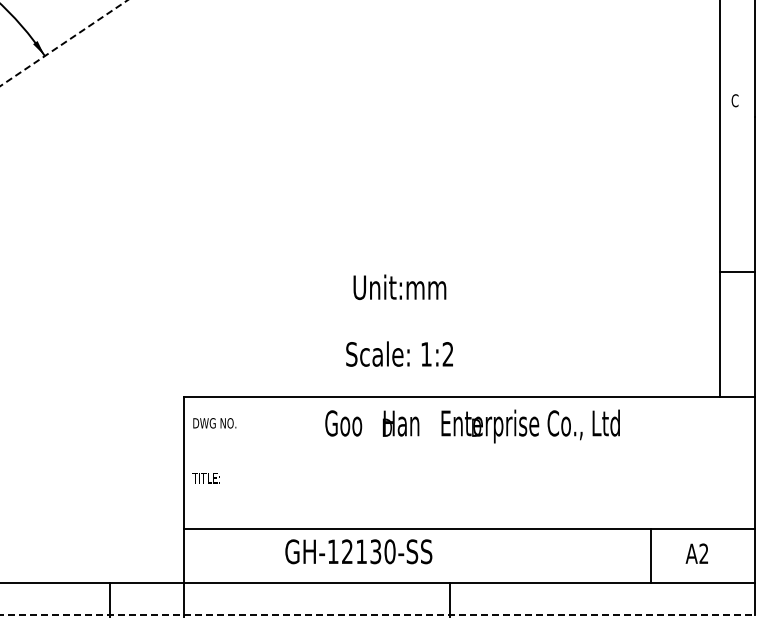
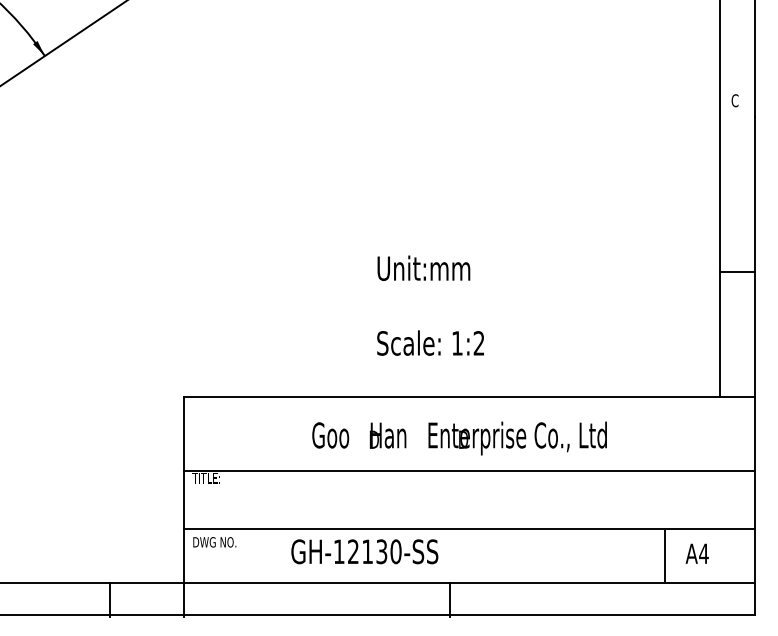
line at (64, 43): dashed -> solid
text at (399, 286) position: (399, 286) -> (423, 267)
text at (399, 353) position: (399, 353) -> (430, 342)
text at (214, 423) position: (214, 423) -> (214, 542)
text at (472, 426) position: (472, 426) -> (459, 438)
line at (469, 470): none -> present
text at (358, 551) position: (358, 551) -> (364, 551)
text at (703, 553): A2 -> A4
line at (651, 555) position: (651, 555) -> (665, 555)
line at (377, 614): dashed -> solid
